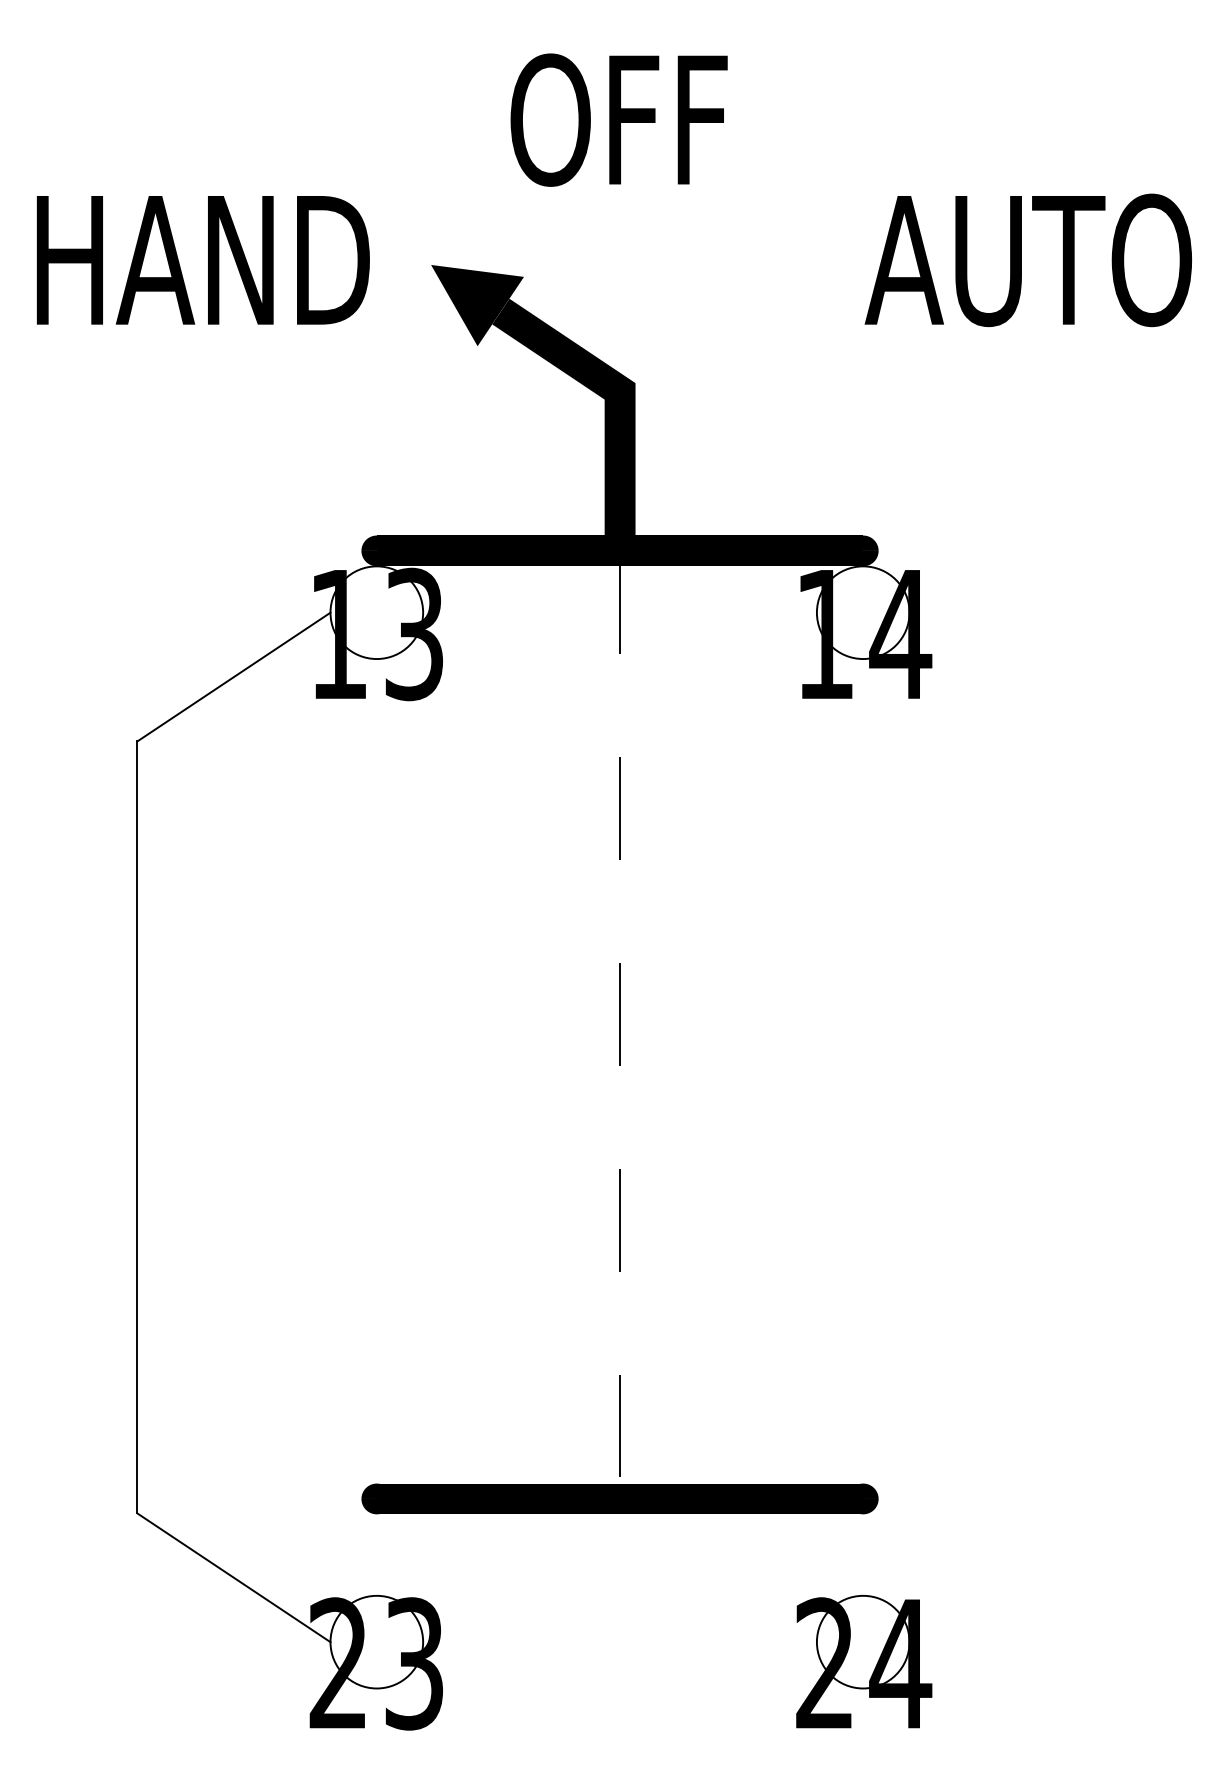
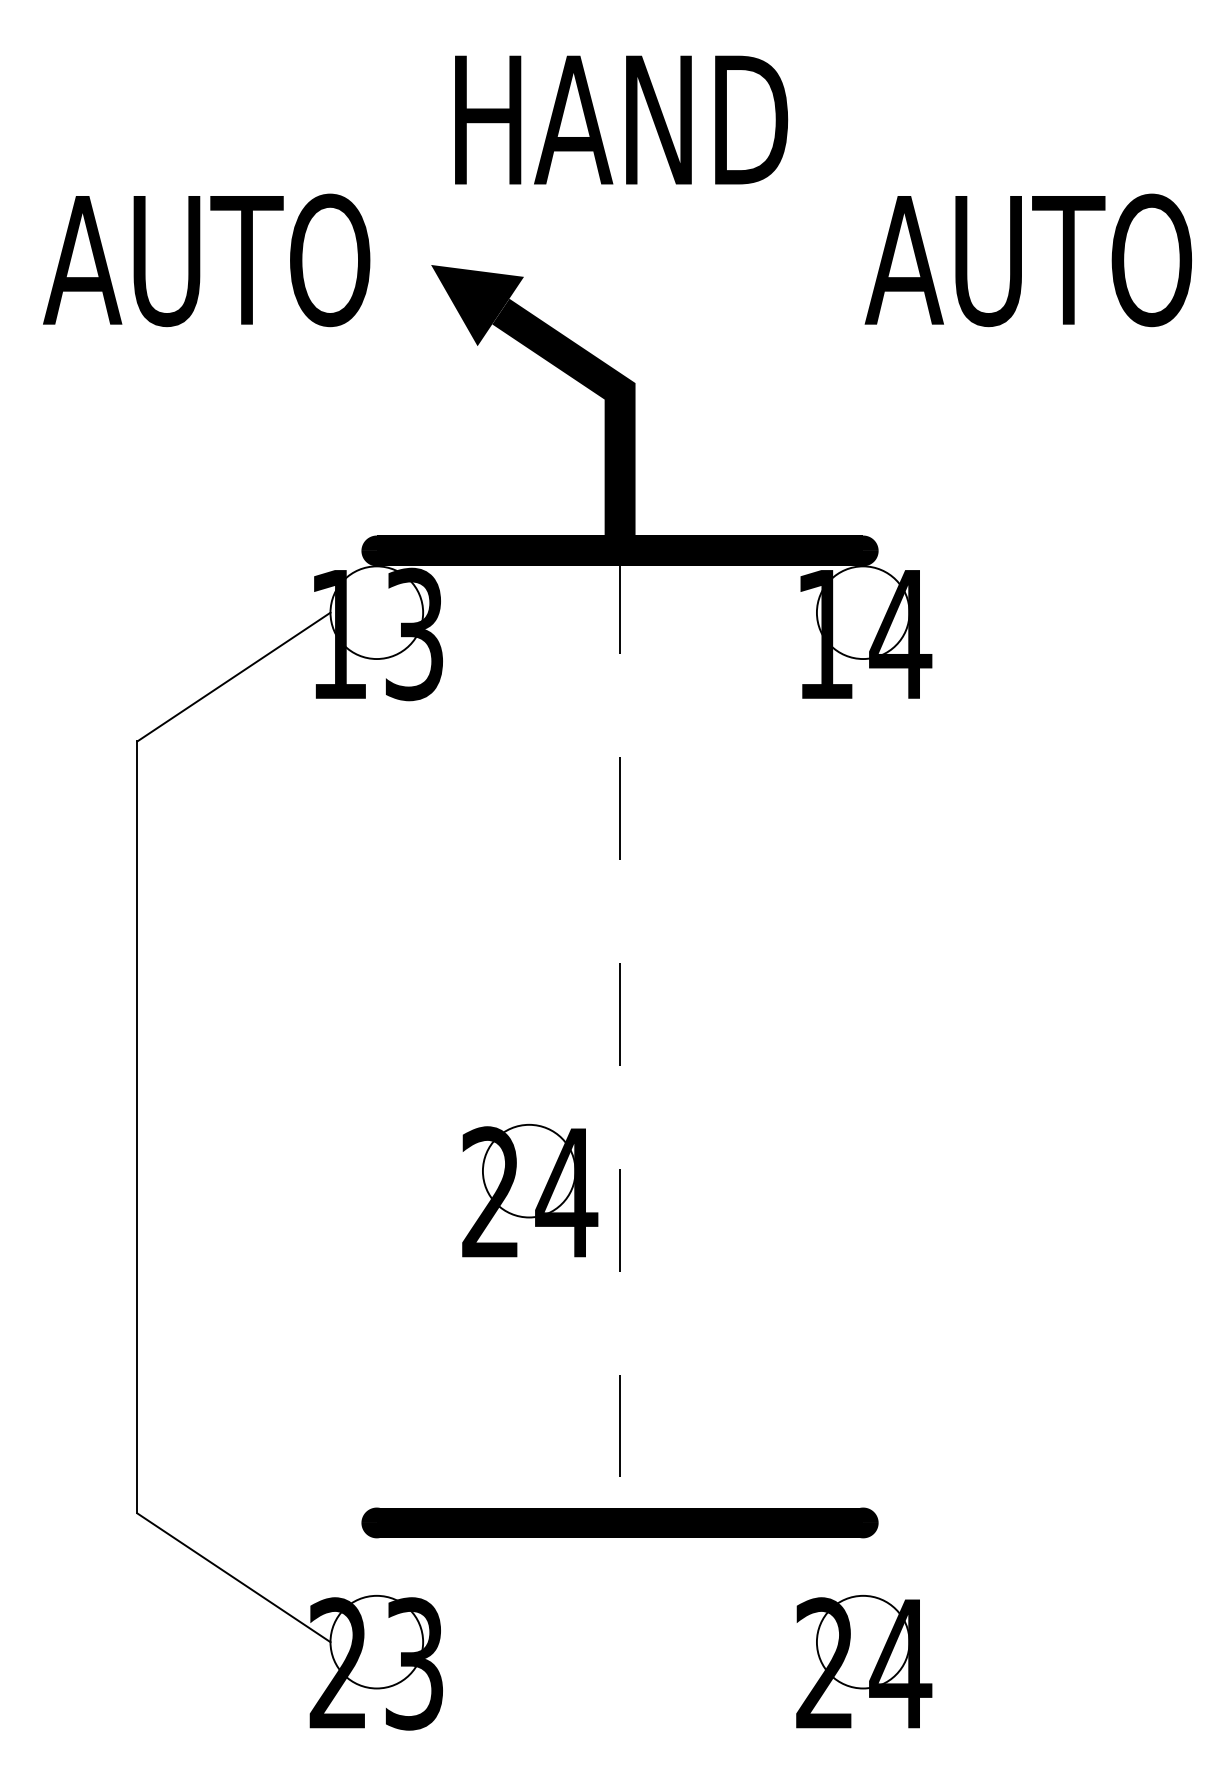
text at (621, 119): OFF -> HAND
text at (203, 260): HAND -> AUTO
part at (530, 1190): none -> present
part at (619, 1498) position: (619, 1498) -> (619, 1522)
